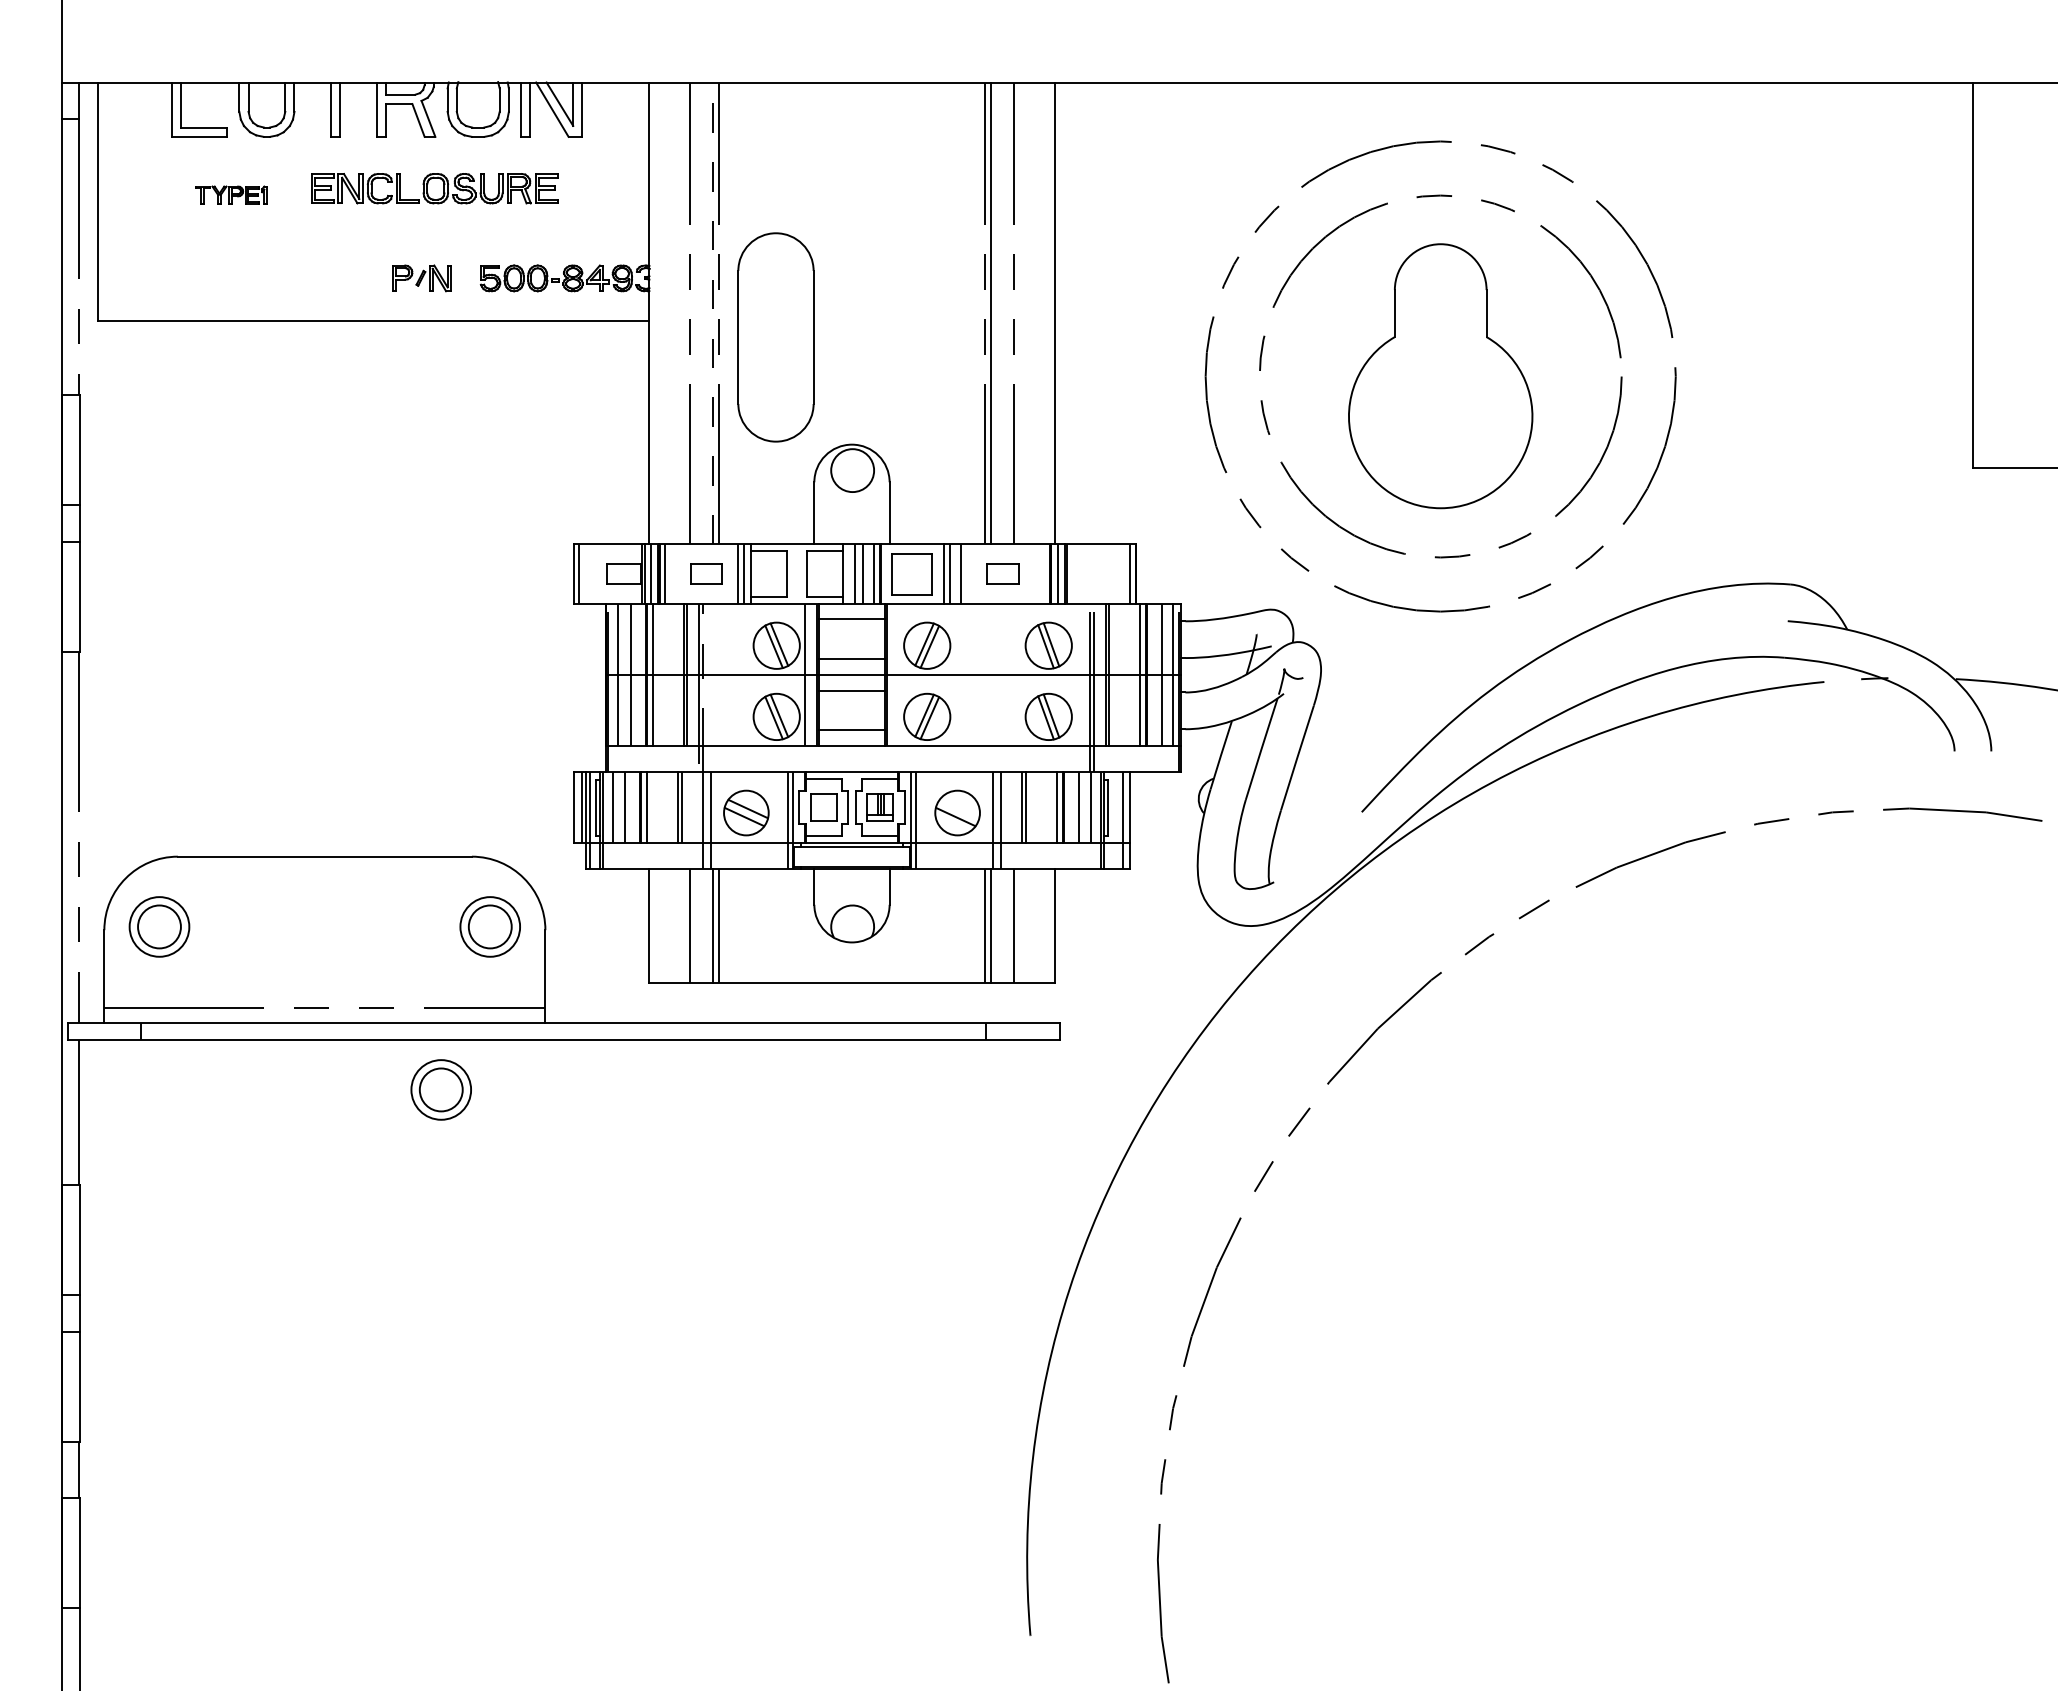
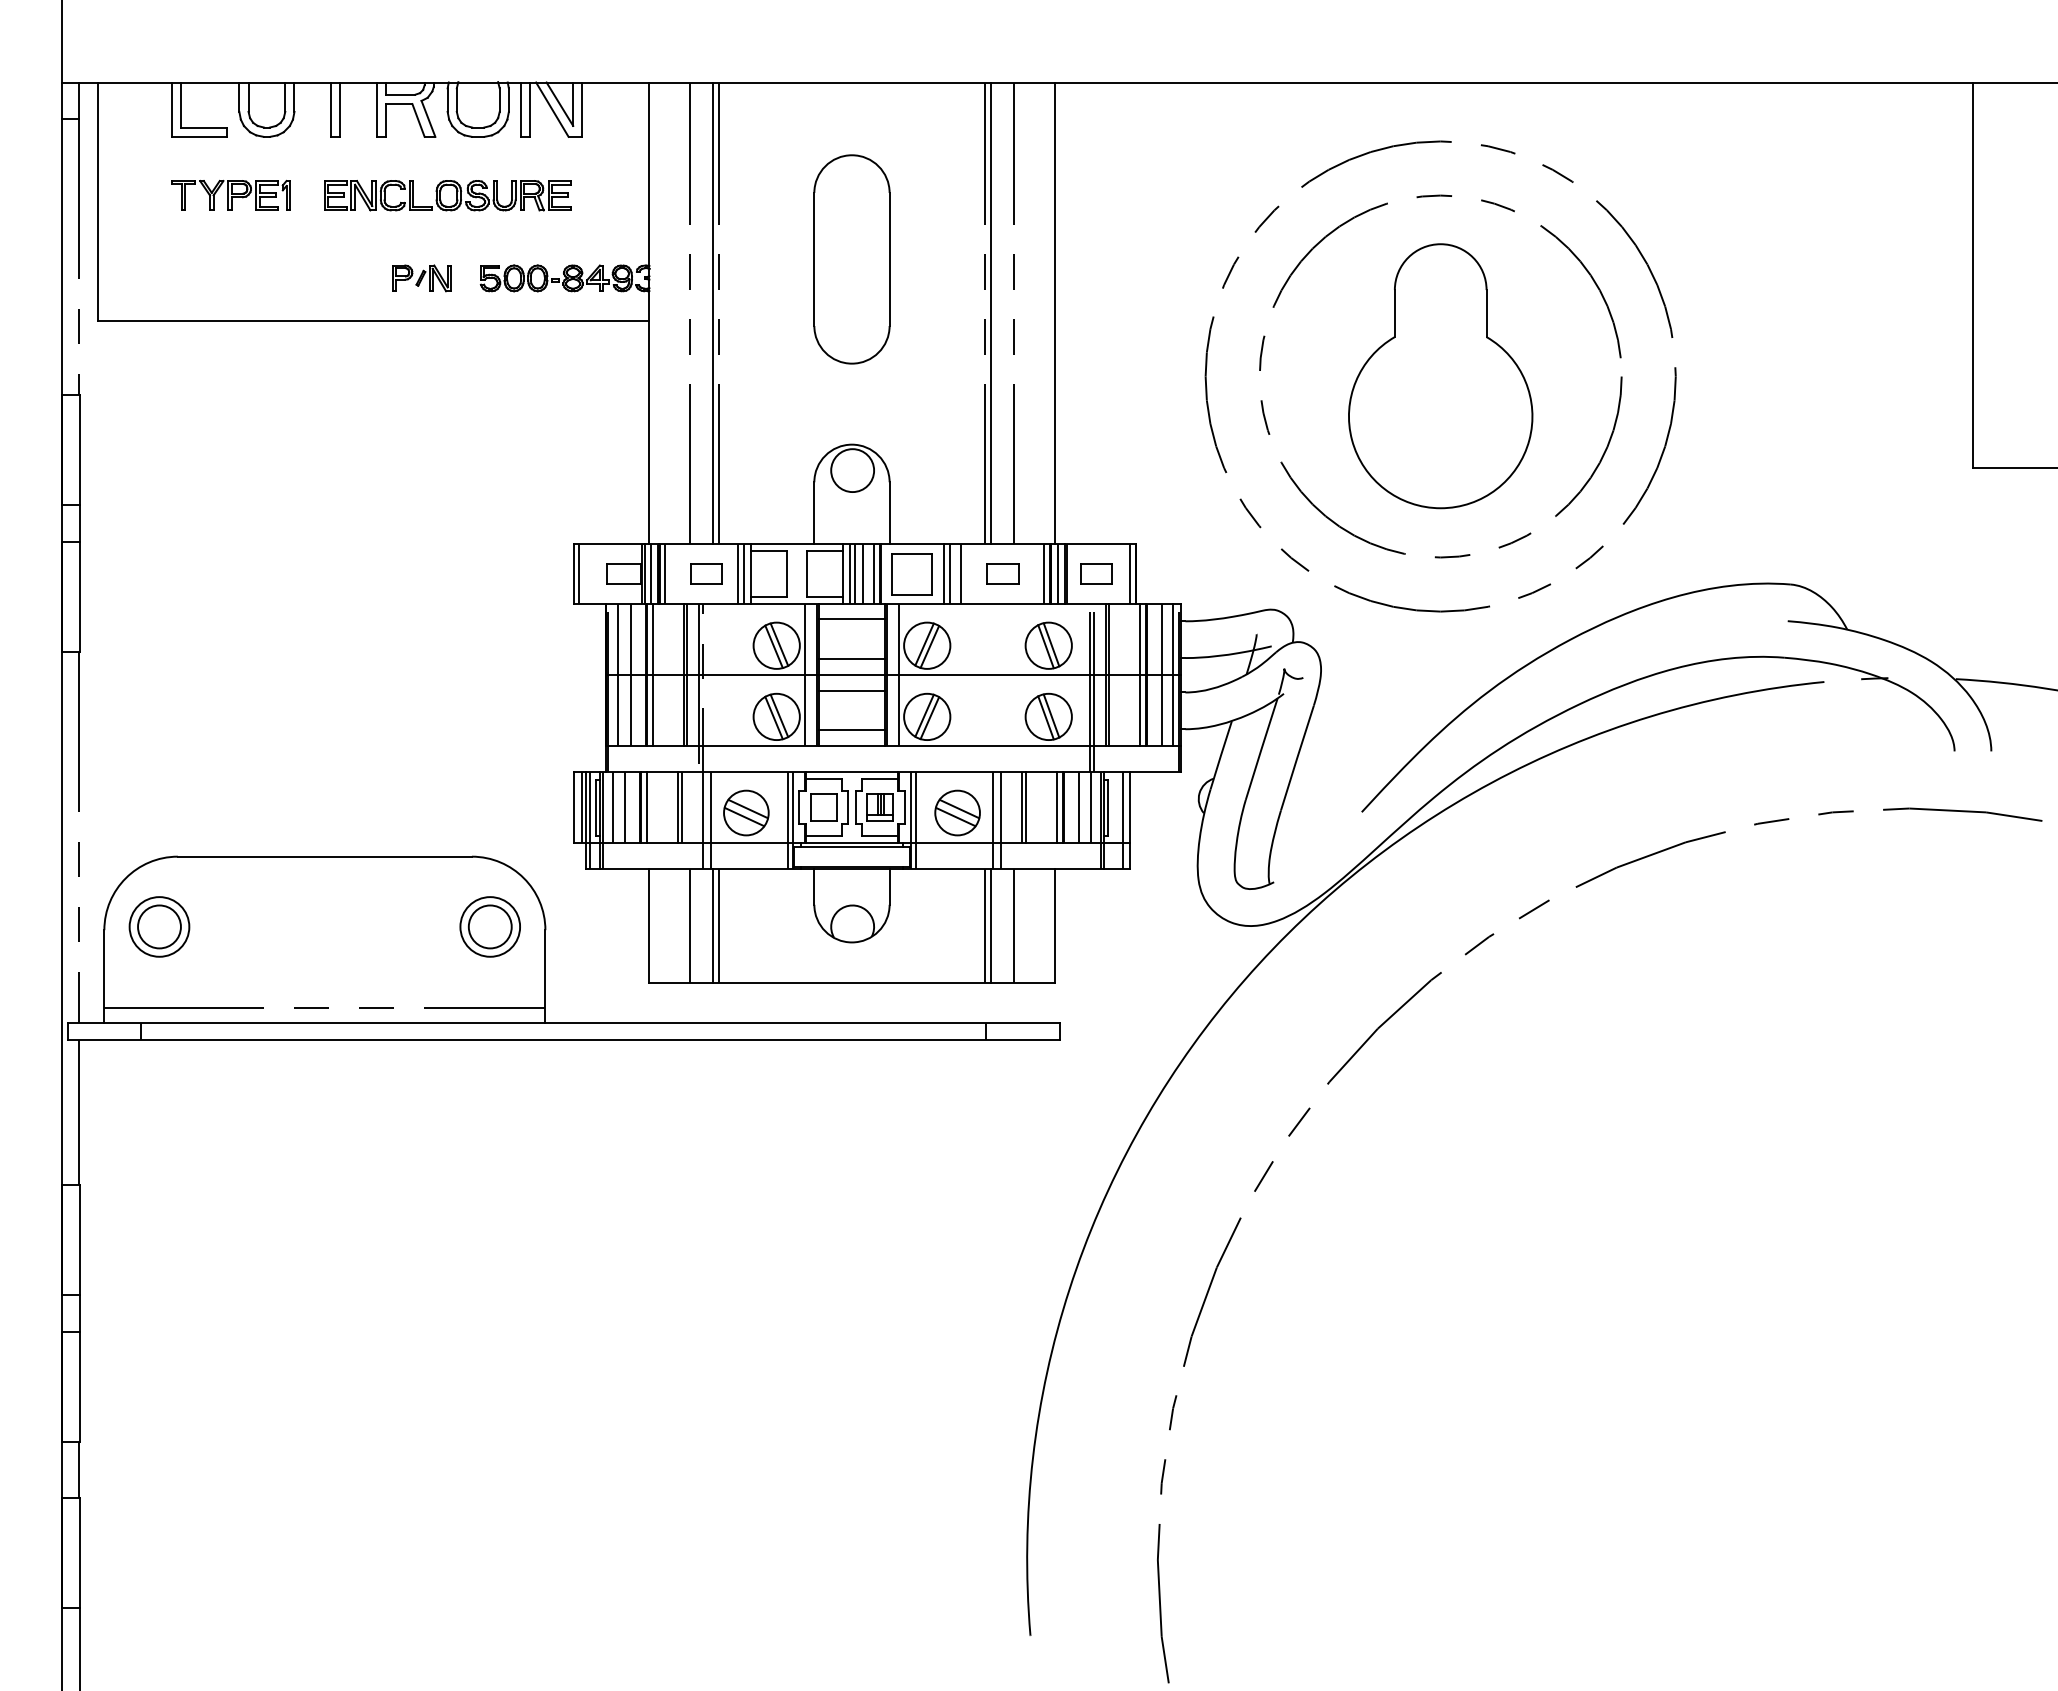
part at (434, 188) position: (434, 188) -> (447, 195)
part at (231, 194) size: 73x20 px -> 120x32 px
line at (713, 313): dashed -> solid
part at (775, 337) position: (775, 337) -> (851, 259)
part at (1096, 573): none -> present
line at (850, 574): none -> present
line at (1044, 574): none -> present
line at (898, 675): none -> present
line at (959, 808): none -> present
part at (440, 1089): present -> none
